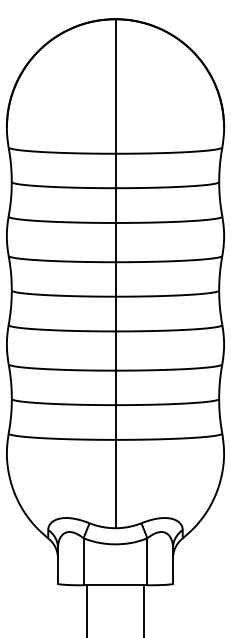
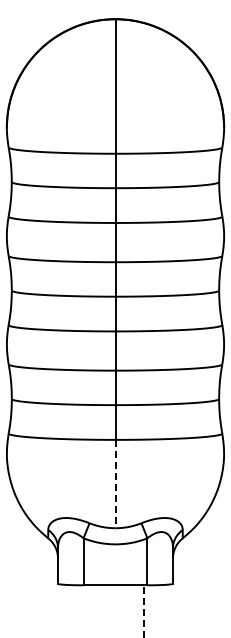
line at (115, 484): solid -> dashed
line at (87, 609): present -> none
line at (143, 611): solid -> dashed
